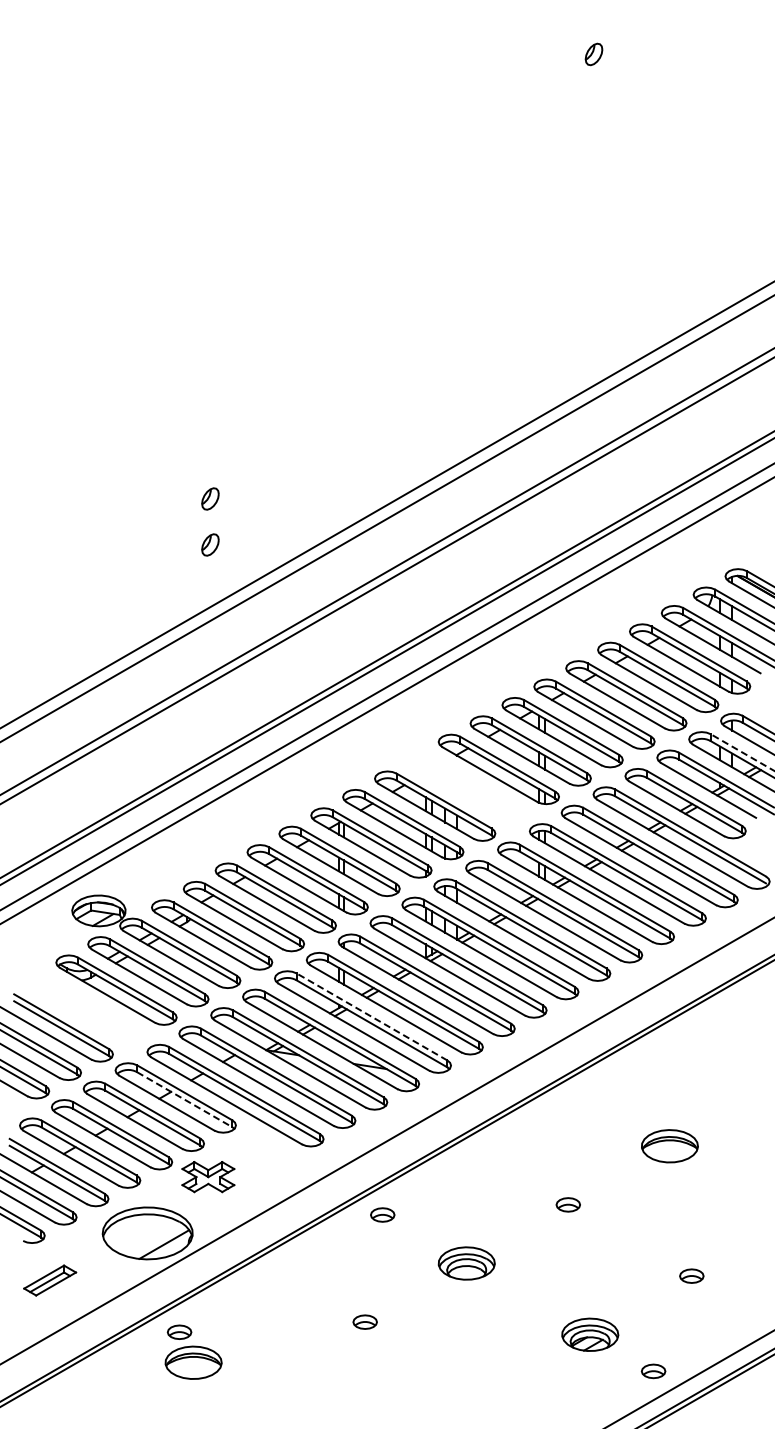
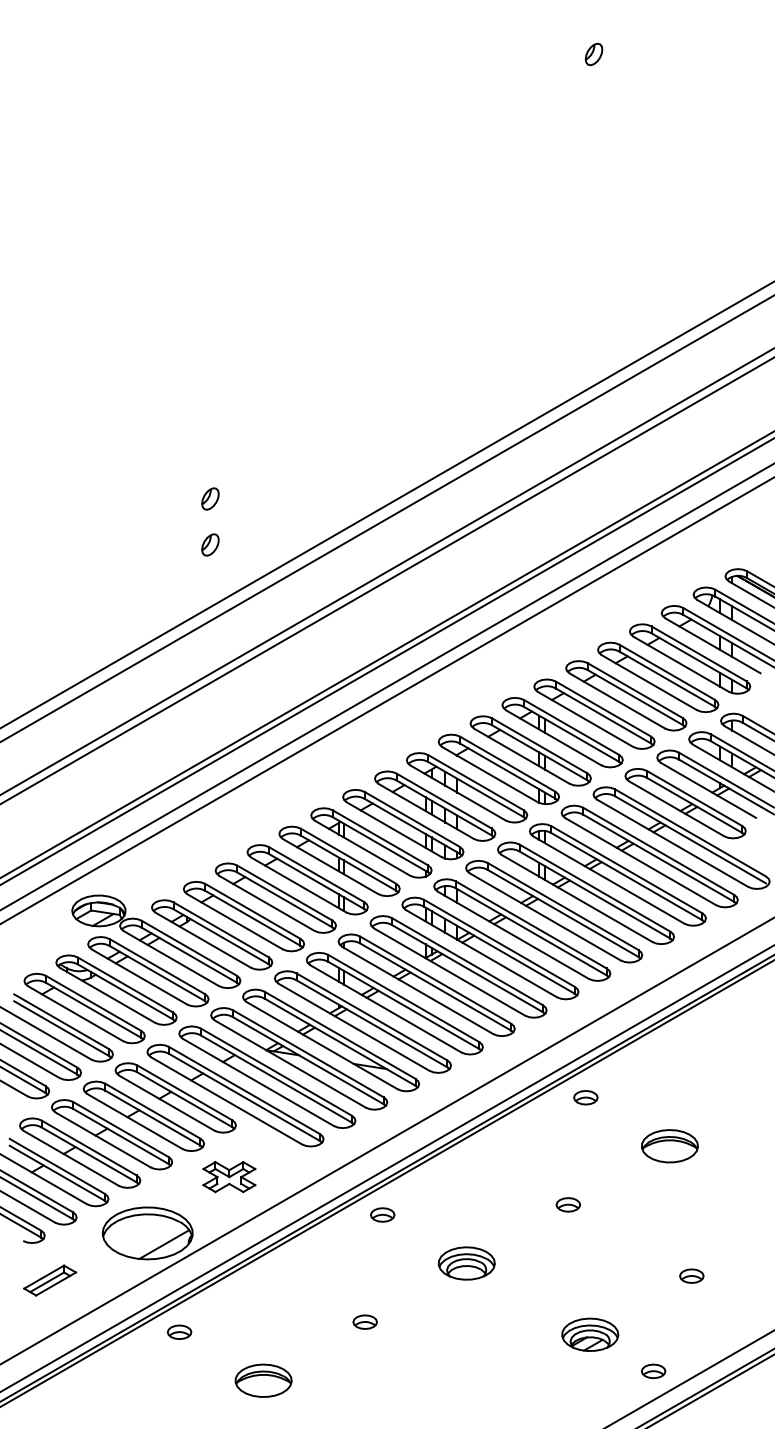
line at (742, 752): dashed -> solid
part at (467, 787): none -> present
part at (84, 1008): none -> present
line at (371, 1016): dashed -> solid
part at (585, 1097): none -> present
line at (184, 1099): dashed -> solid
line at (386, 1169): none -> present
part at (208, 1177) position: (208, 1177) -> (229, 1177)
part at (193, 1362) position: (193, 1362) -> (263, 1380)
